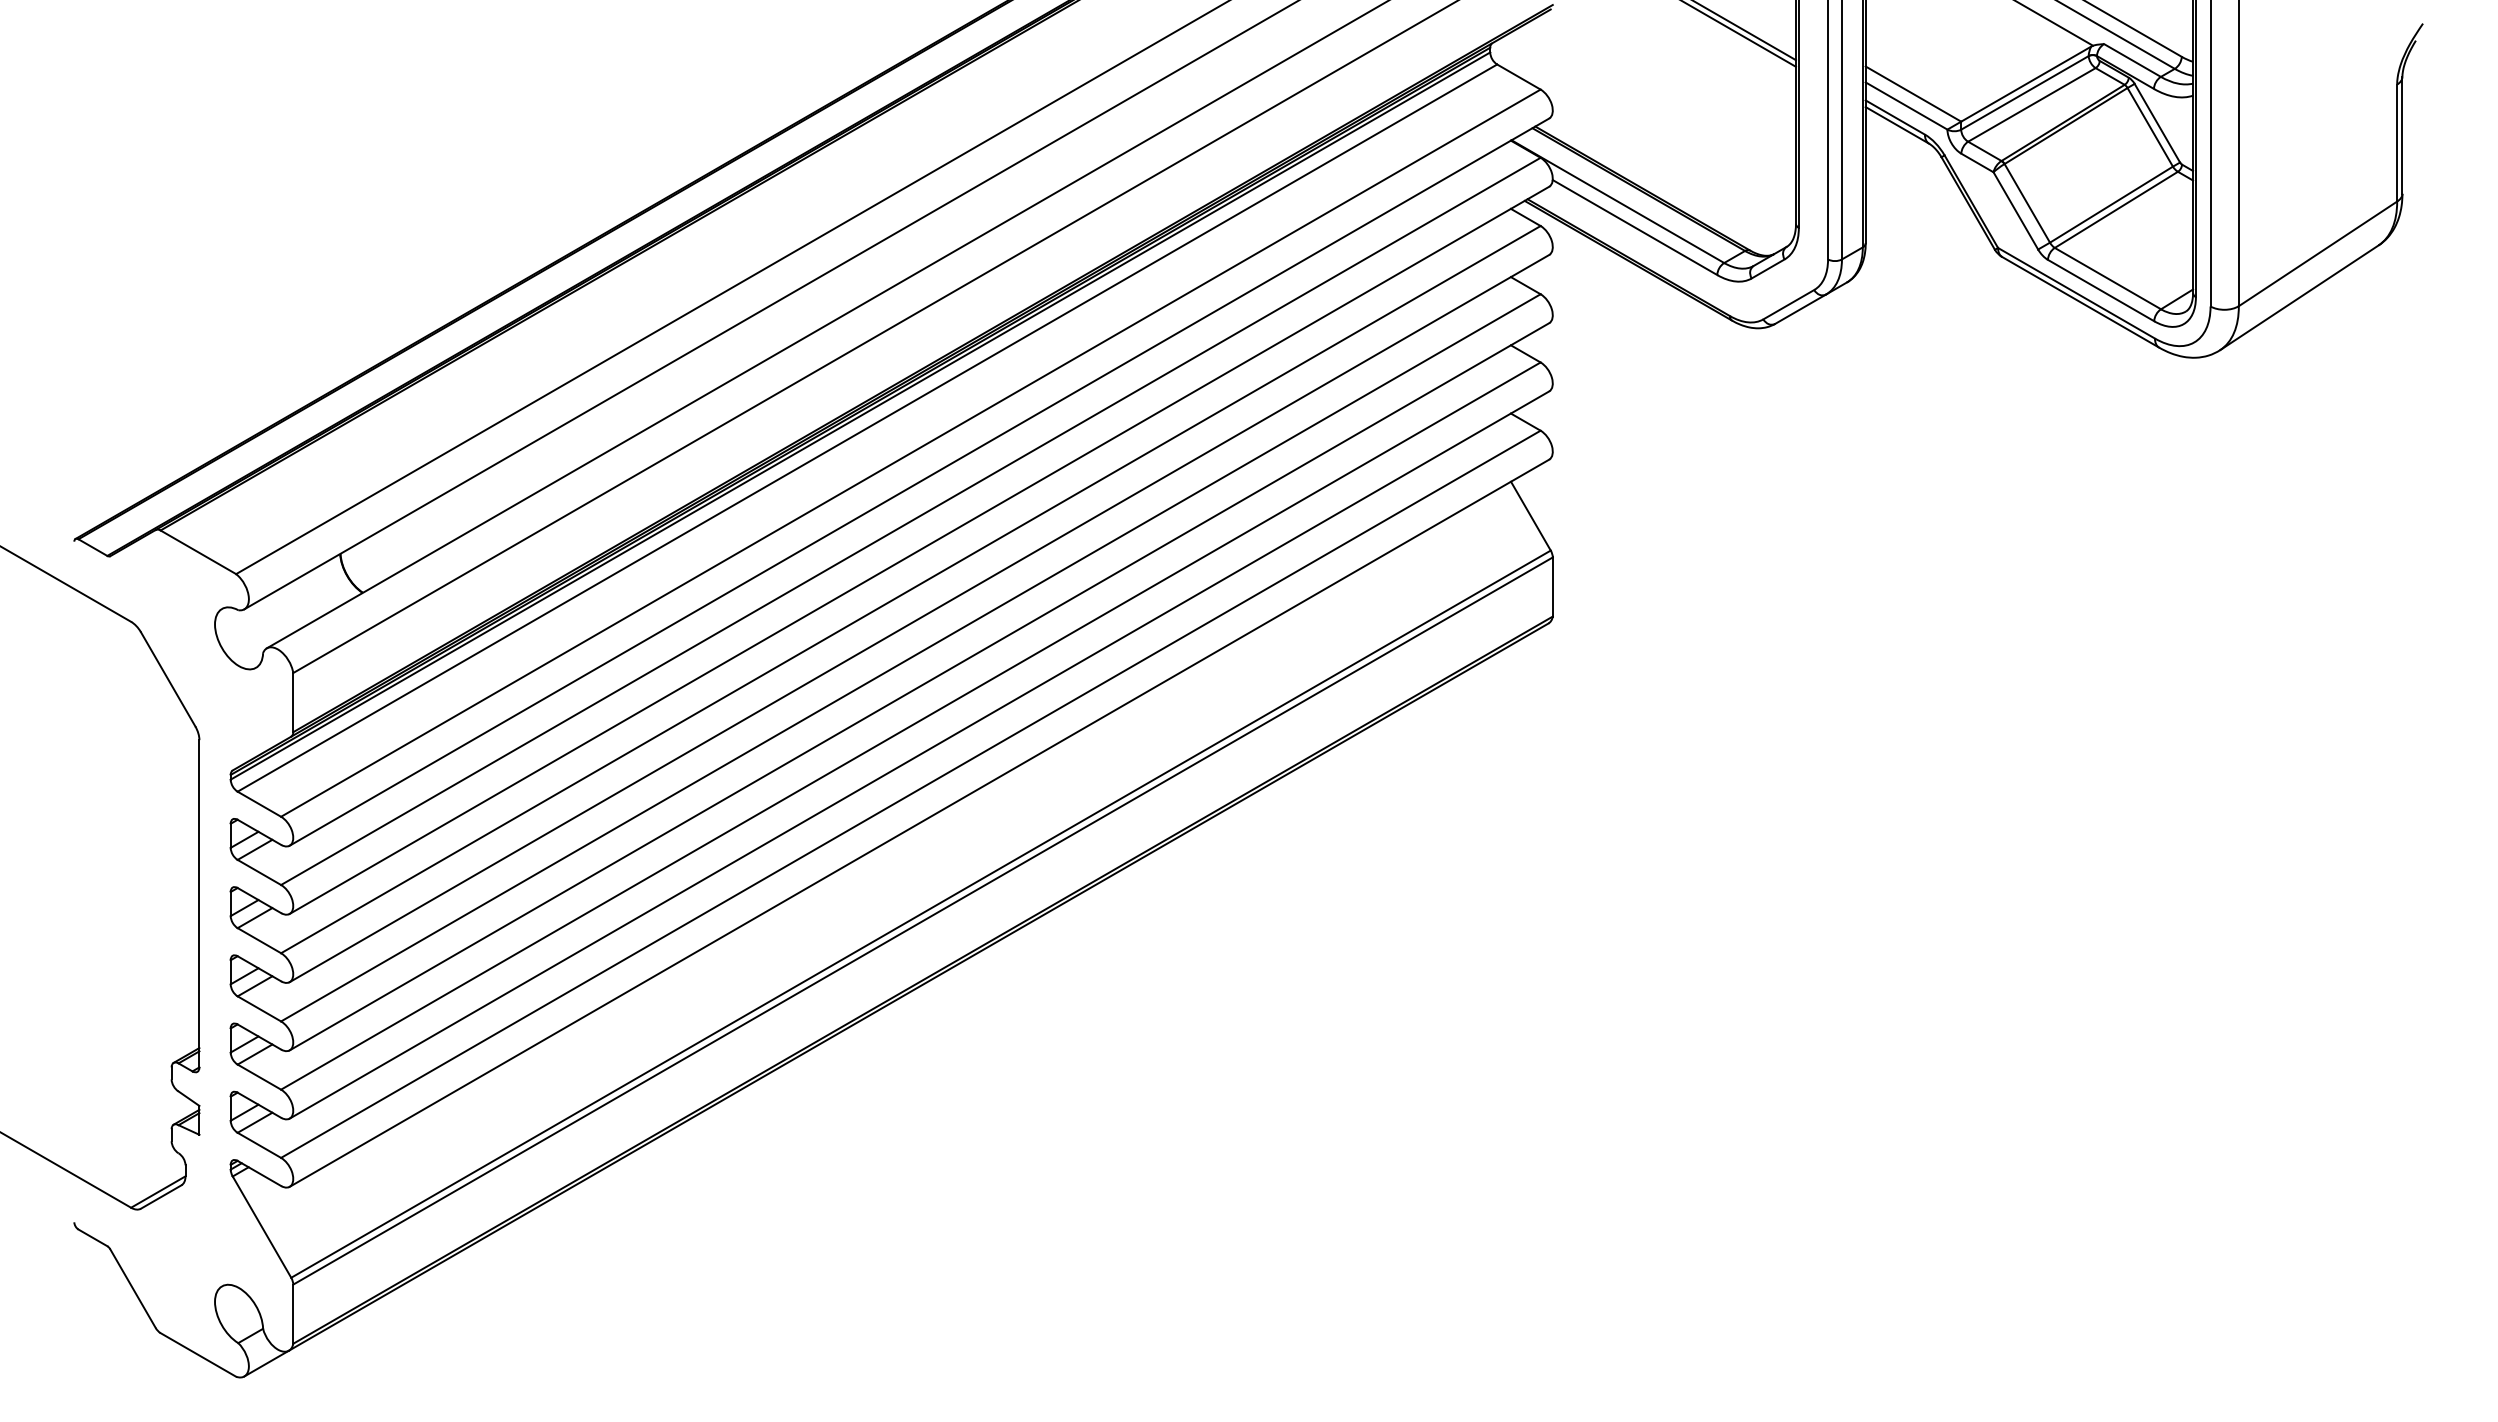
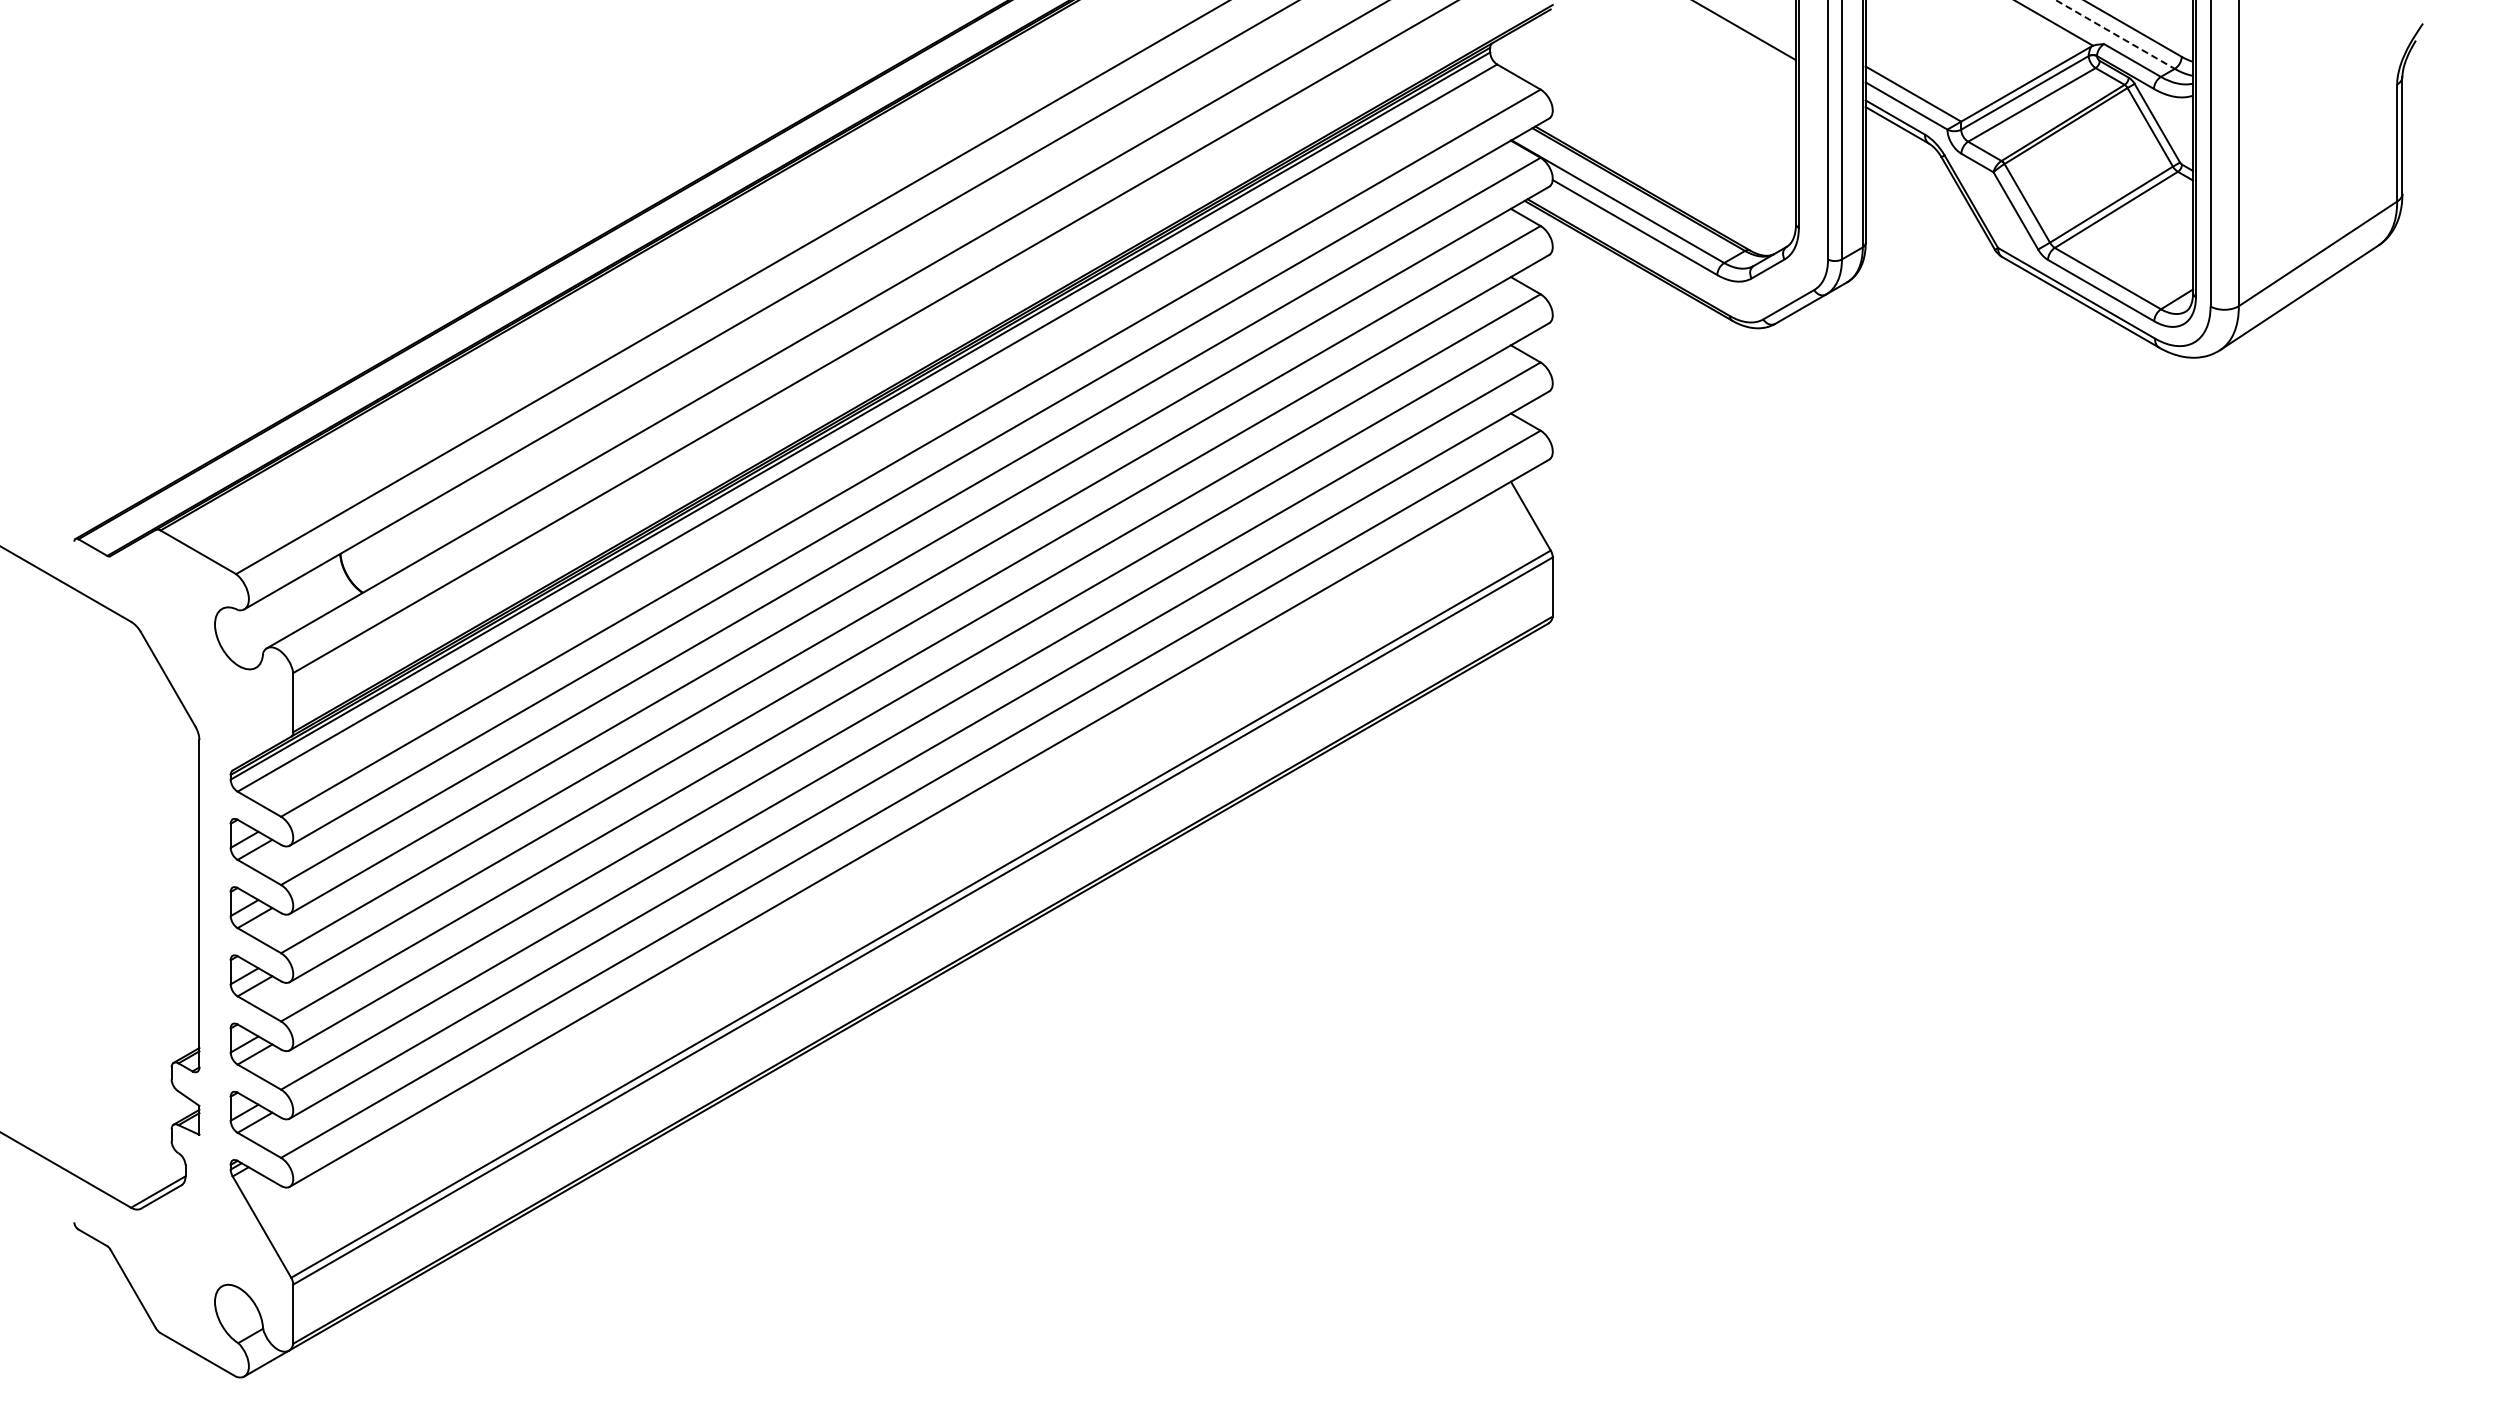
line at (1739, 34): present -> none
line at (2115, 34): solid -> dashed
